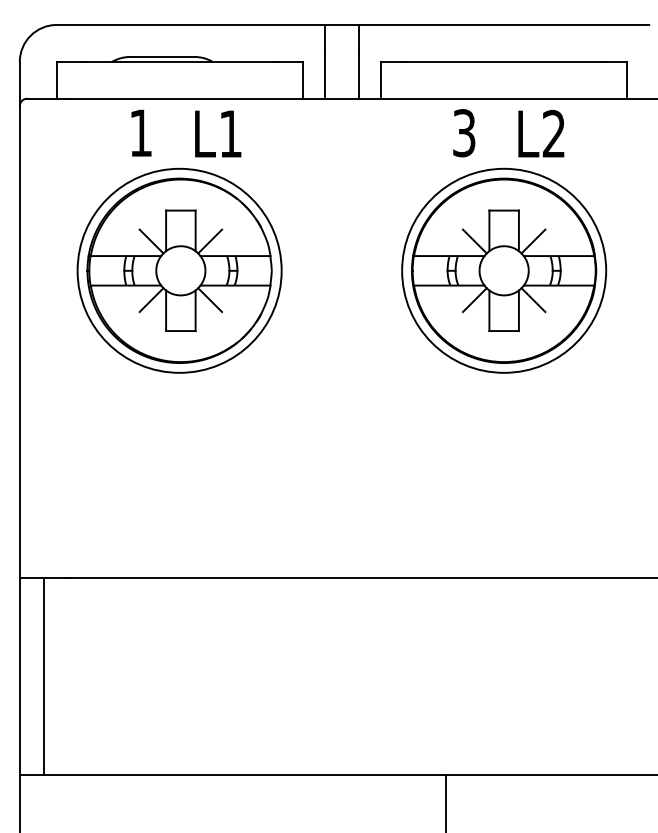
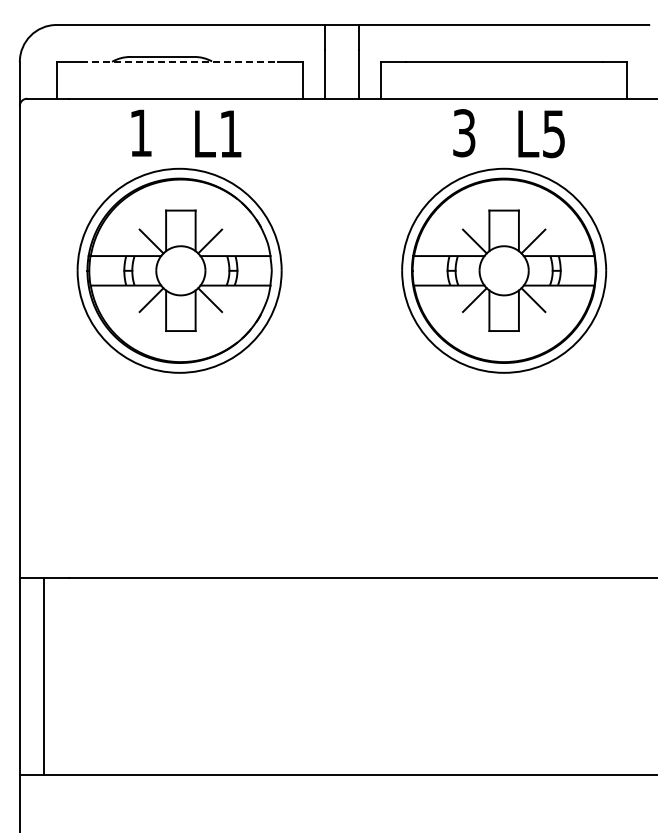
line at (180, 61): solid -> dashed
text at (553, 133): L2 -> L5
line at (446, 801): present -> none
